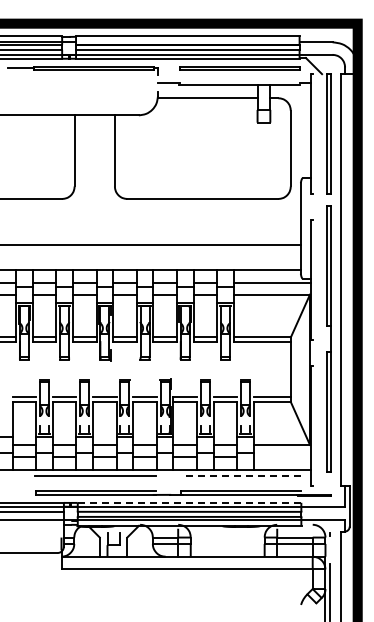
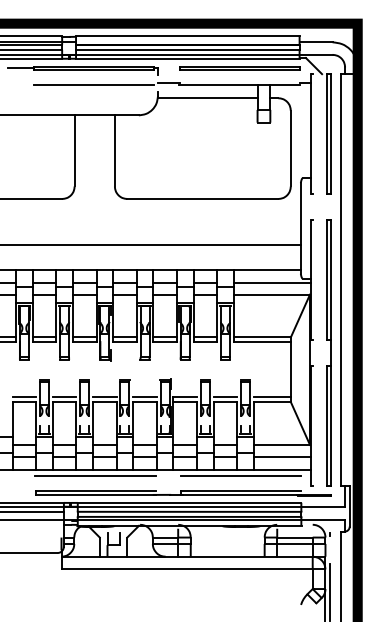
line at (93, 85): none -> present
part at (328, 338) position: (328, 338) -> (328, 352)
line at (282, 456): none -> present
line at (240, 476): dashed -> solid
line at (189, 502): dashed -> solid
